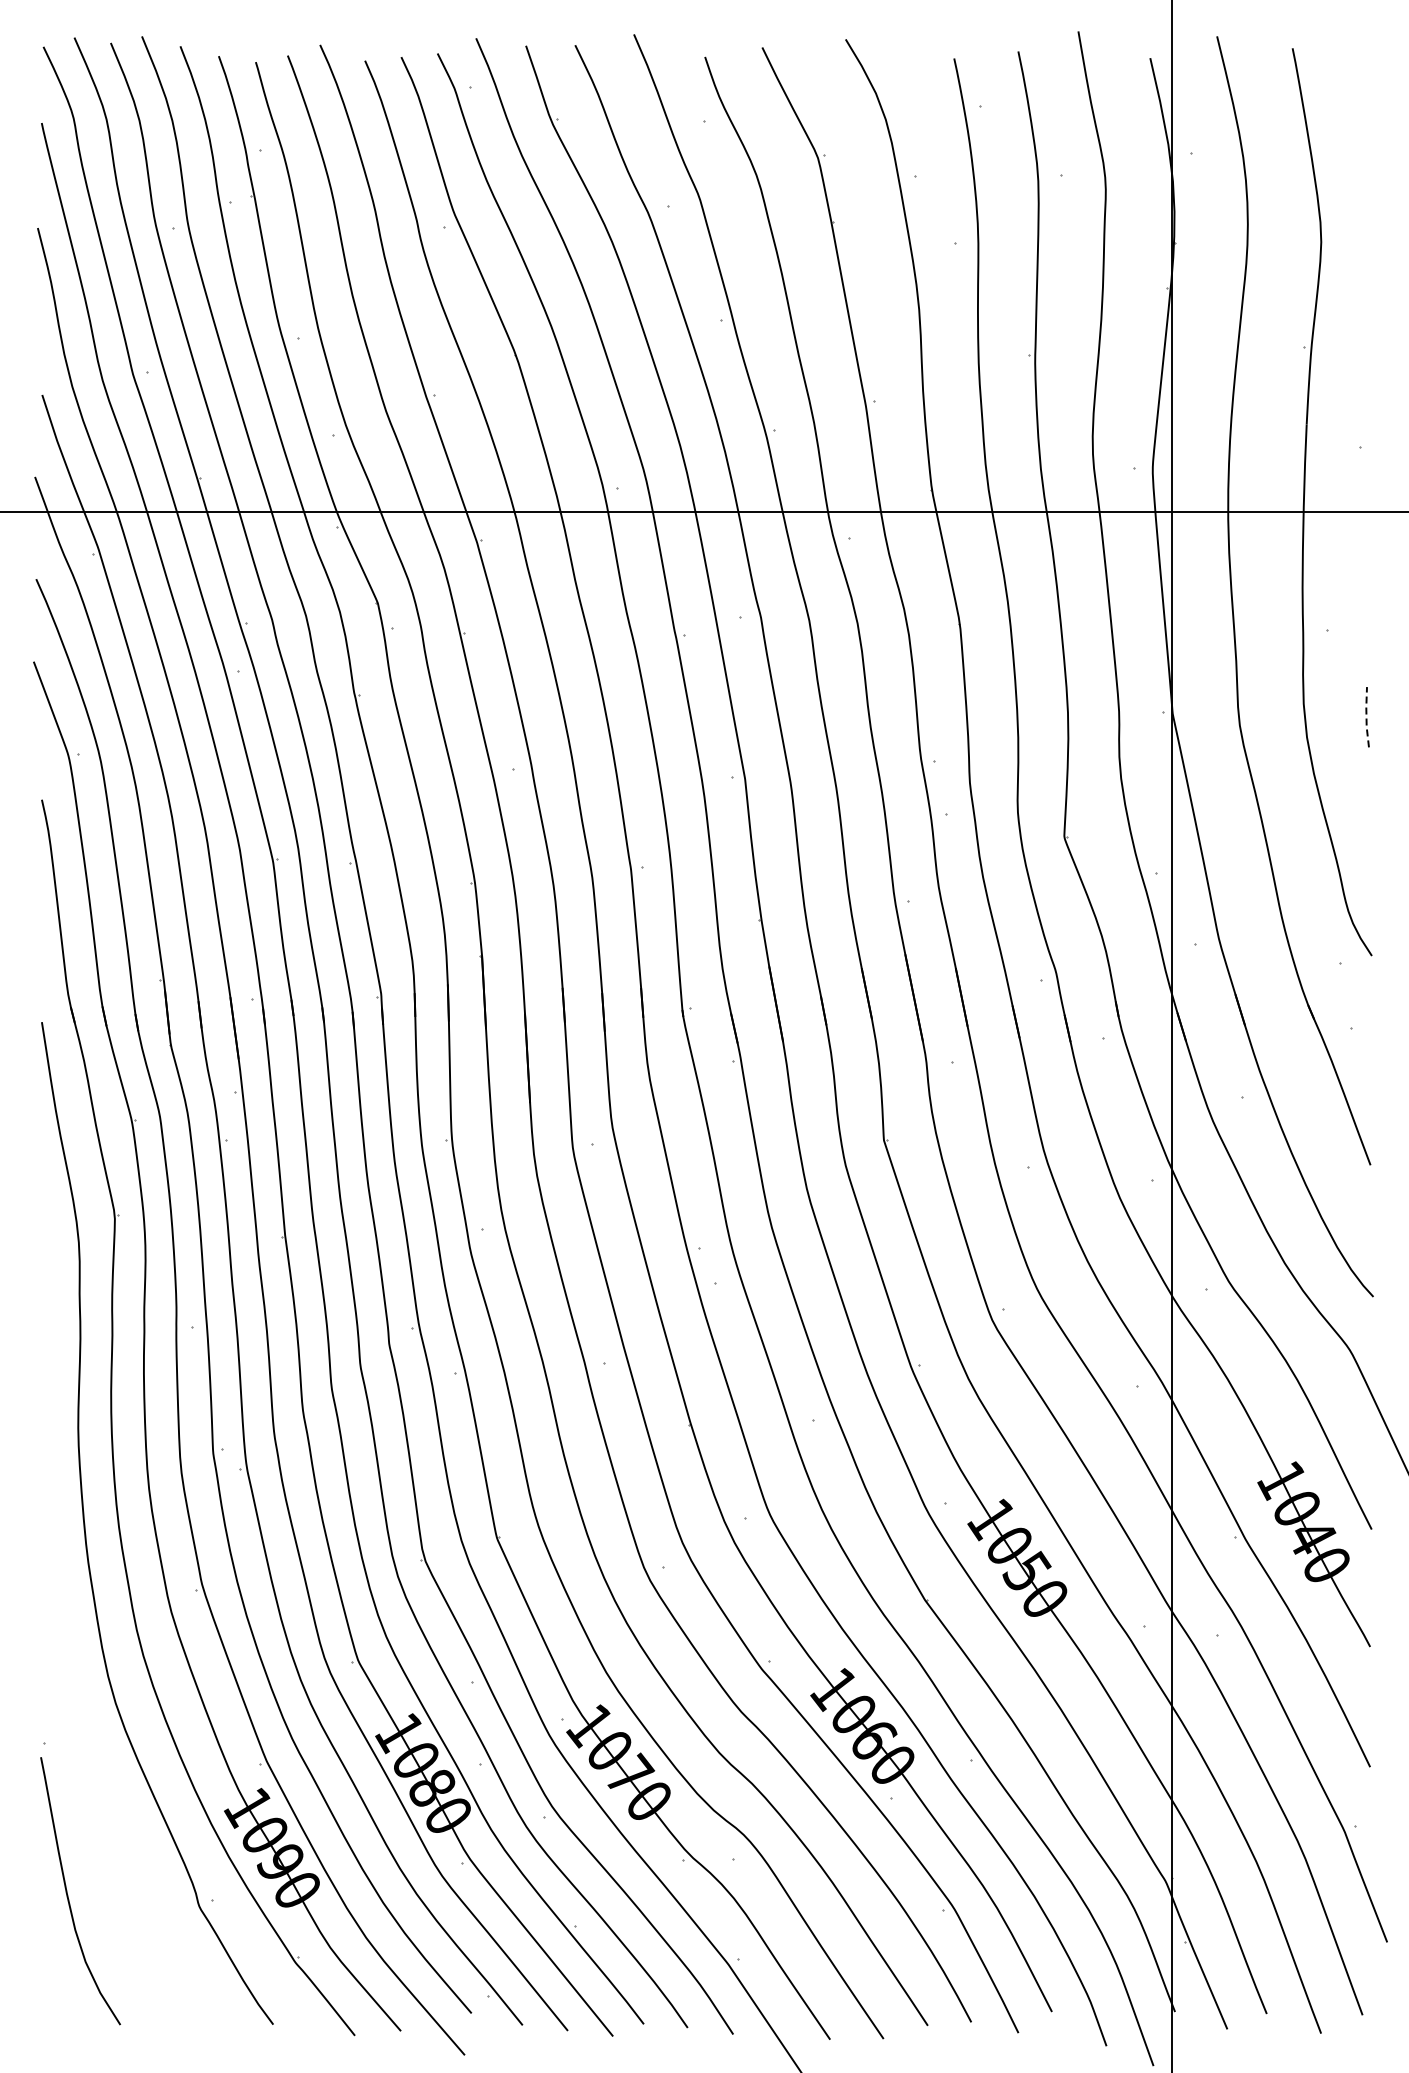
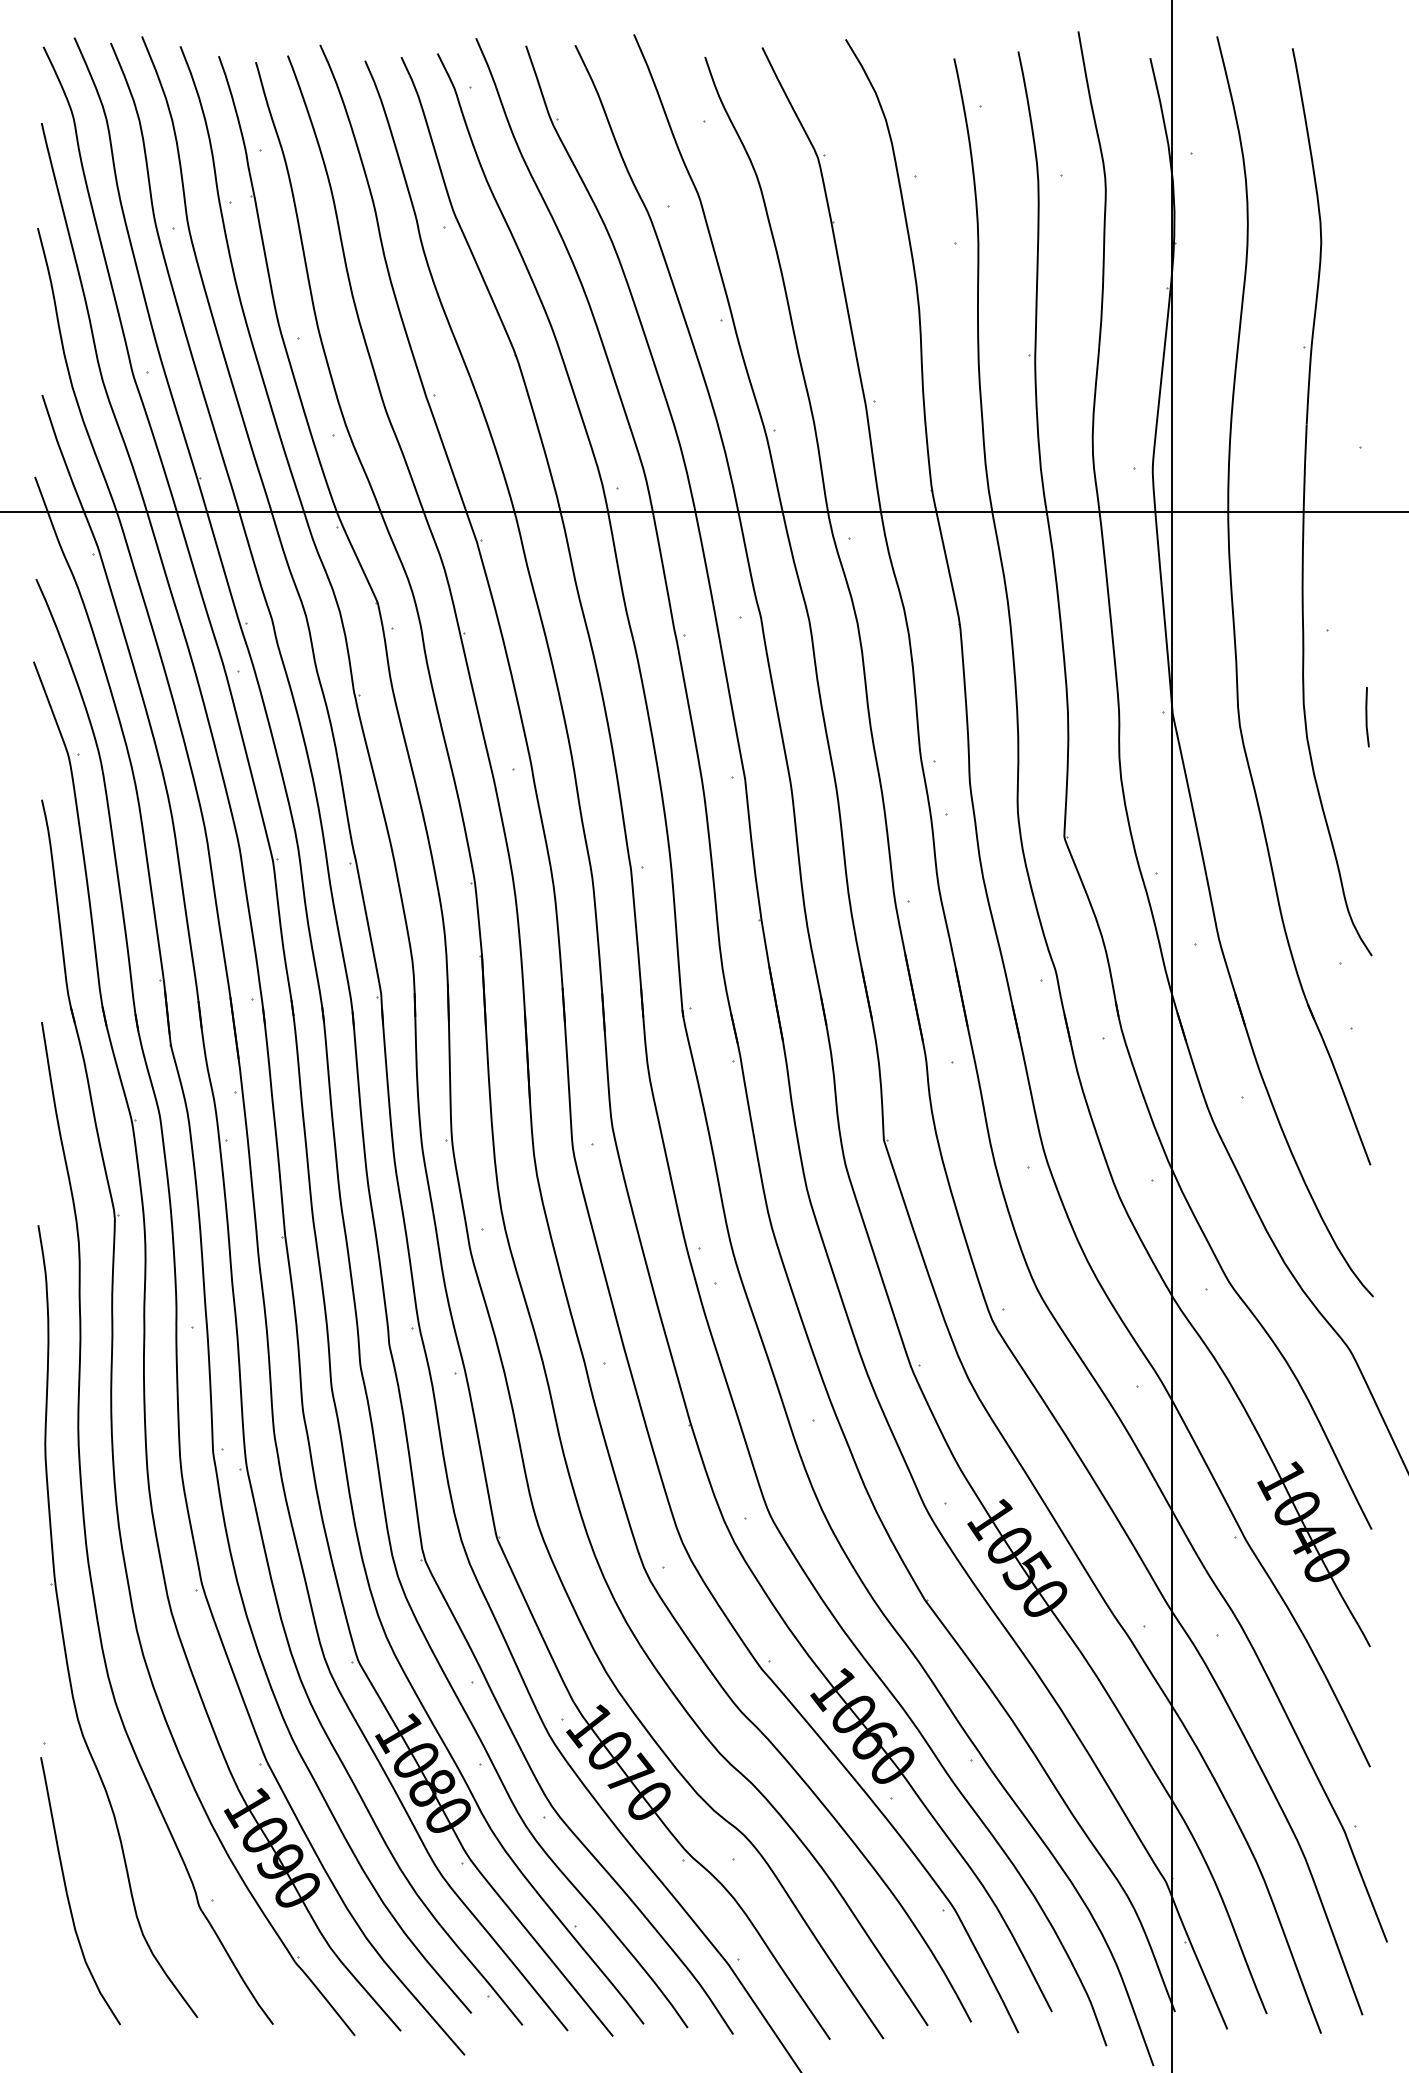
line at (1366, 717): dashed -> solid
part at (63, 1631): none -> present
